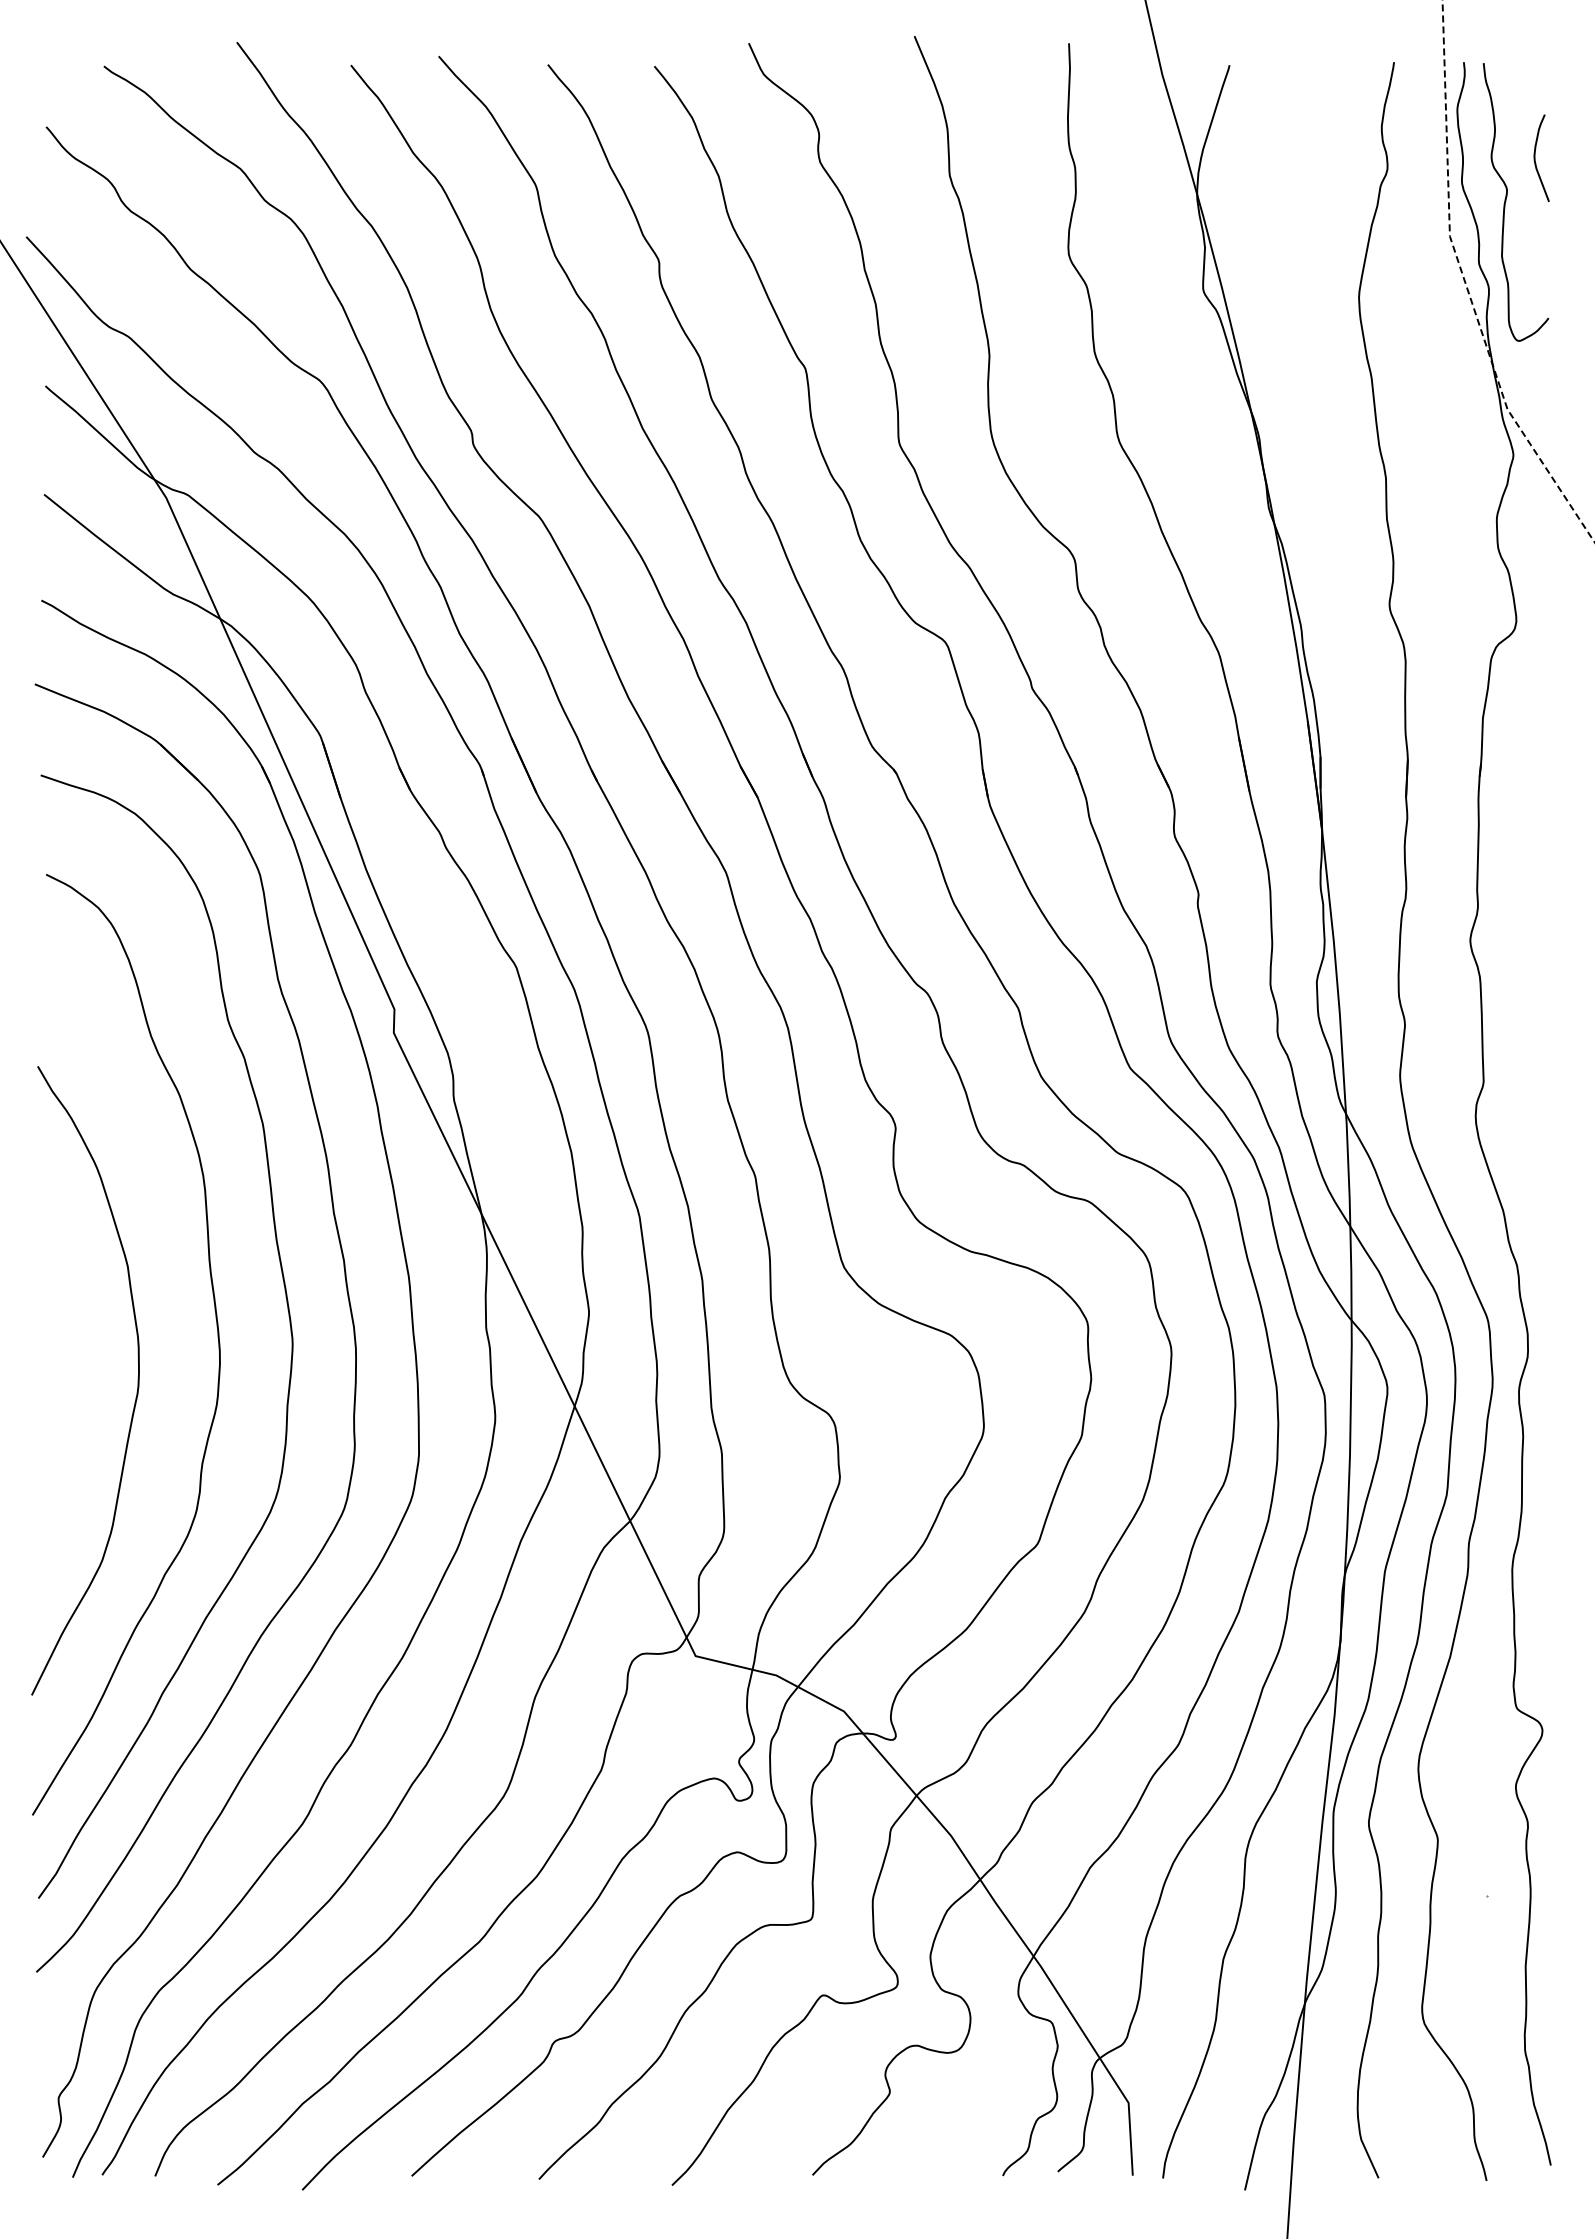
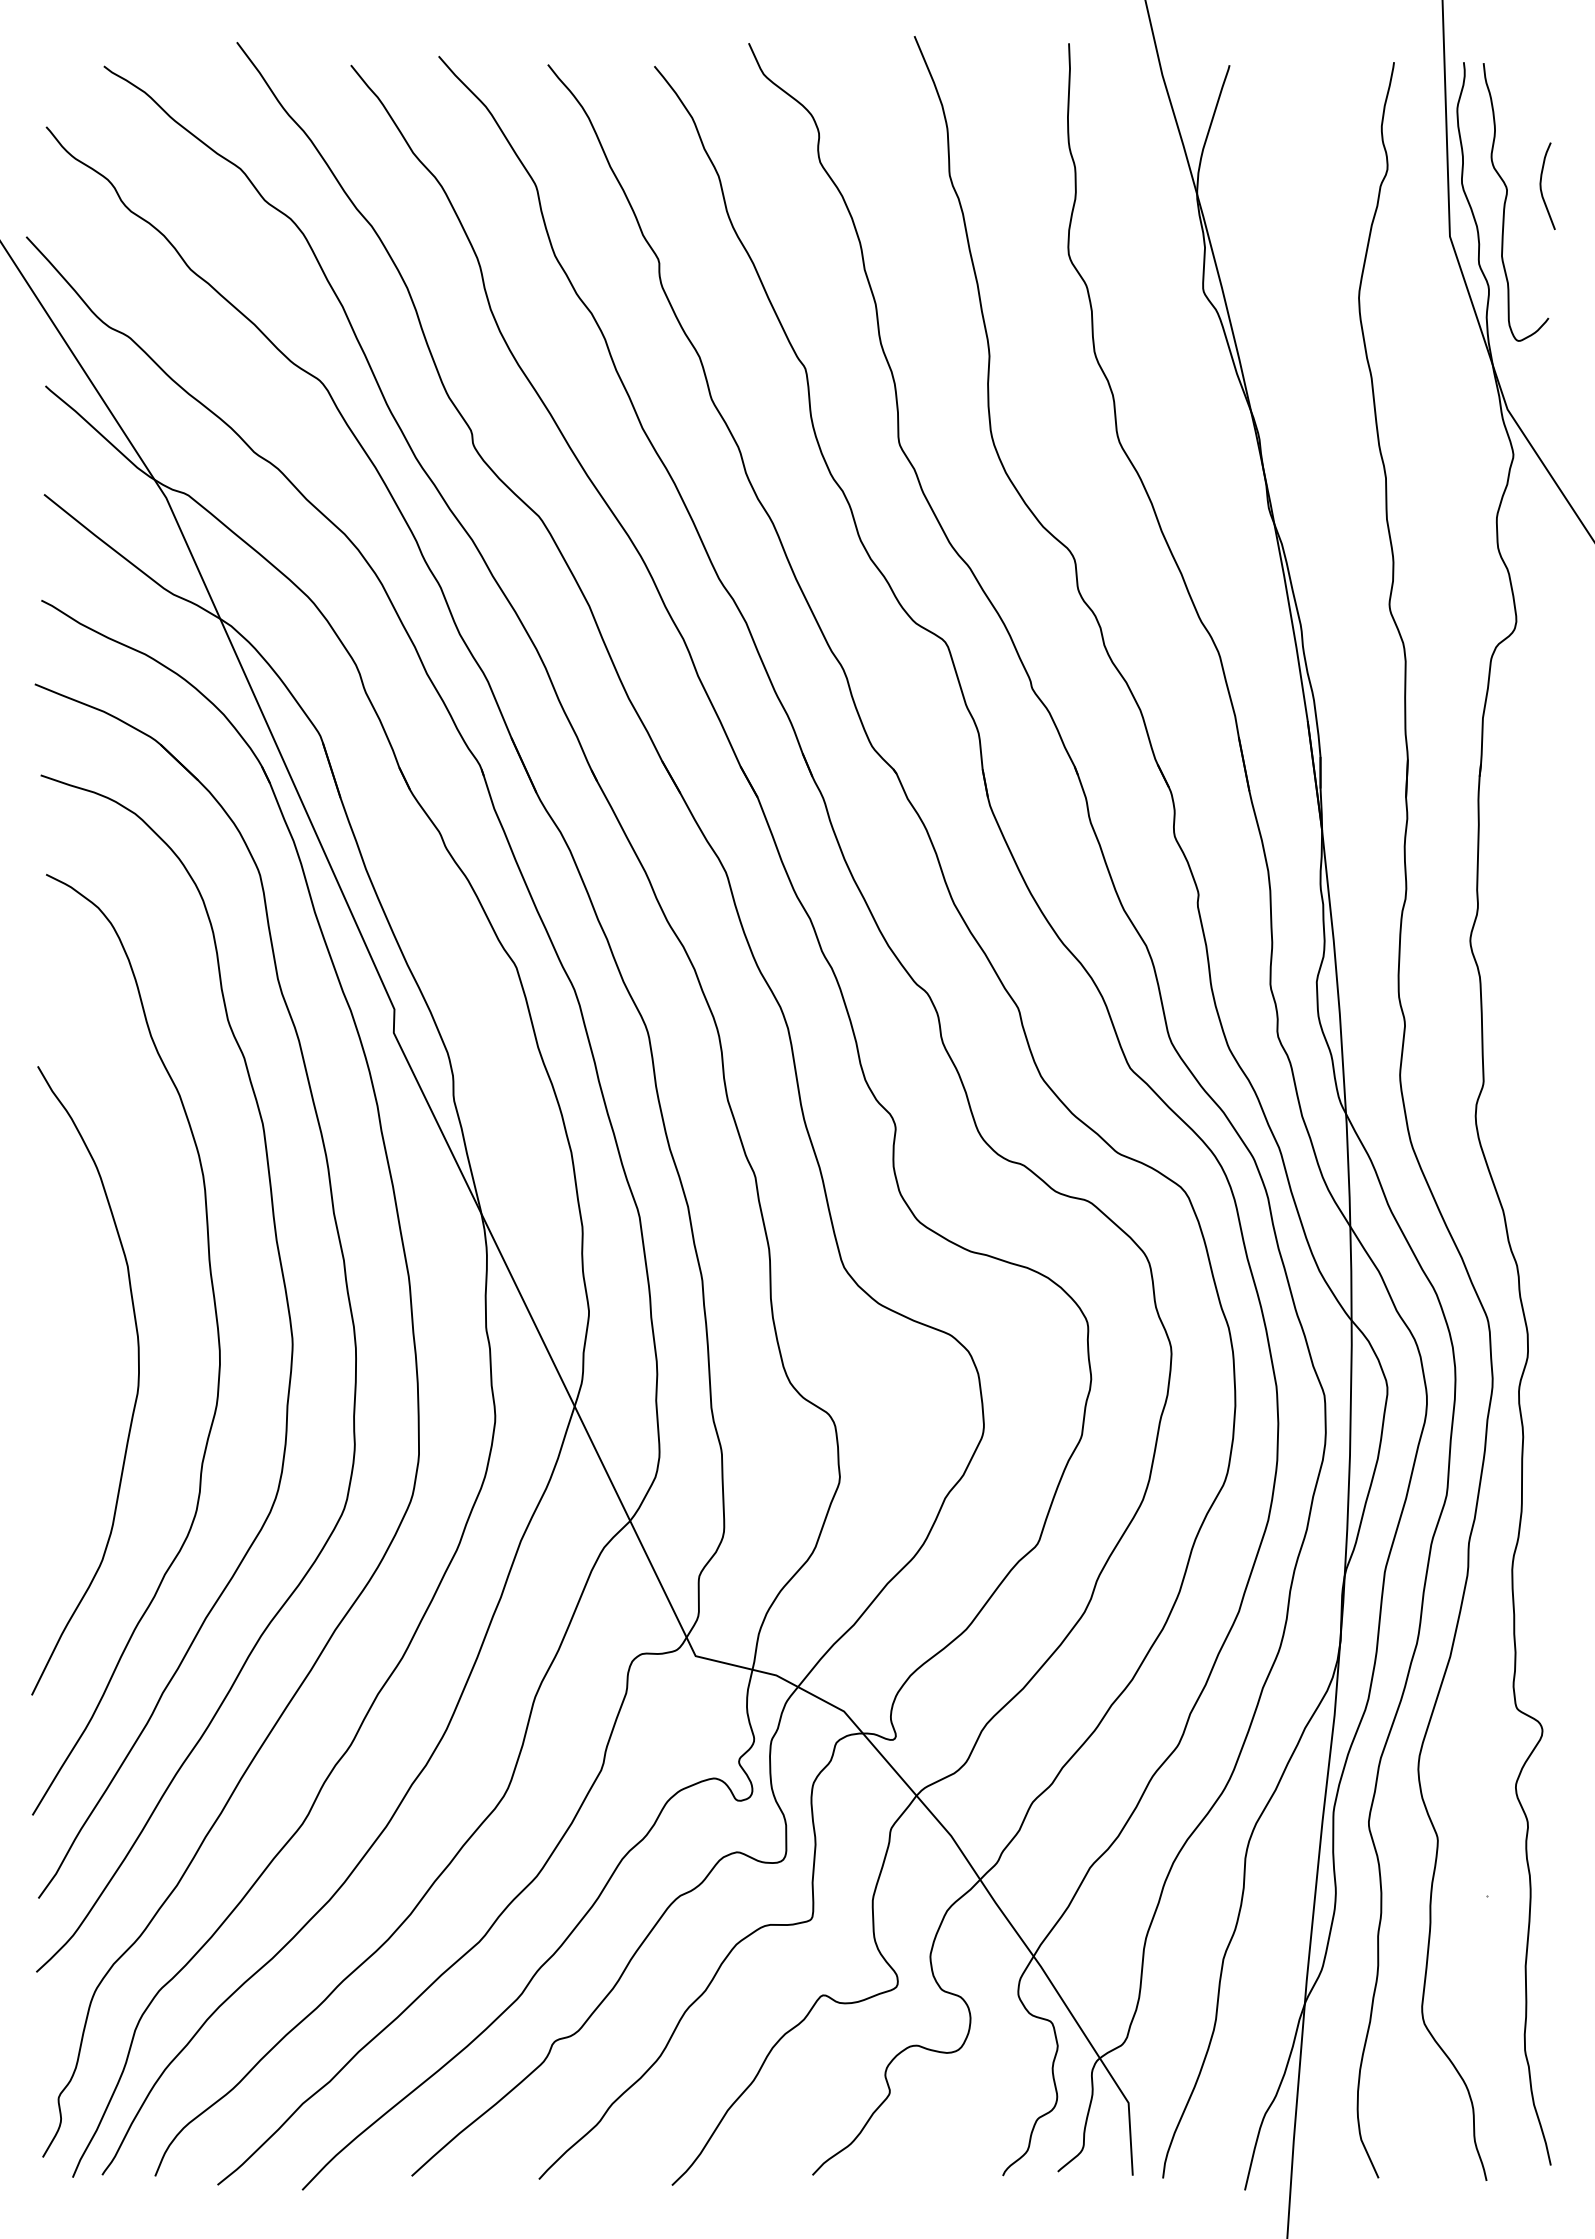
curve at (1535, 157) position: (1535, 157) -> (1541, 185)
line at (1466, 286): dashed -> solid
